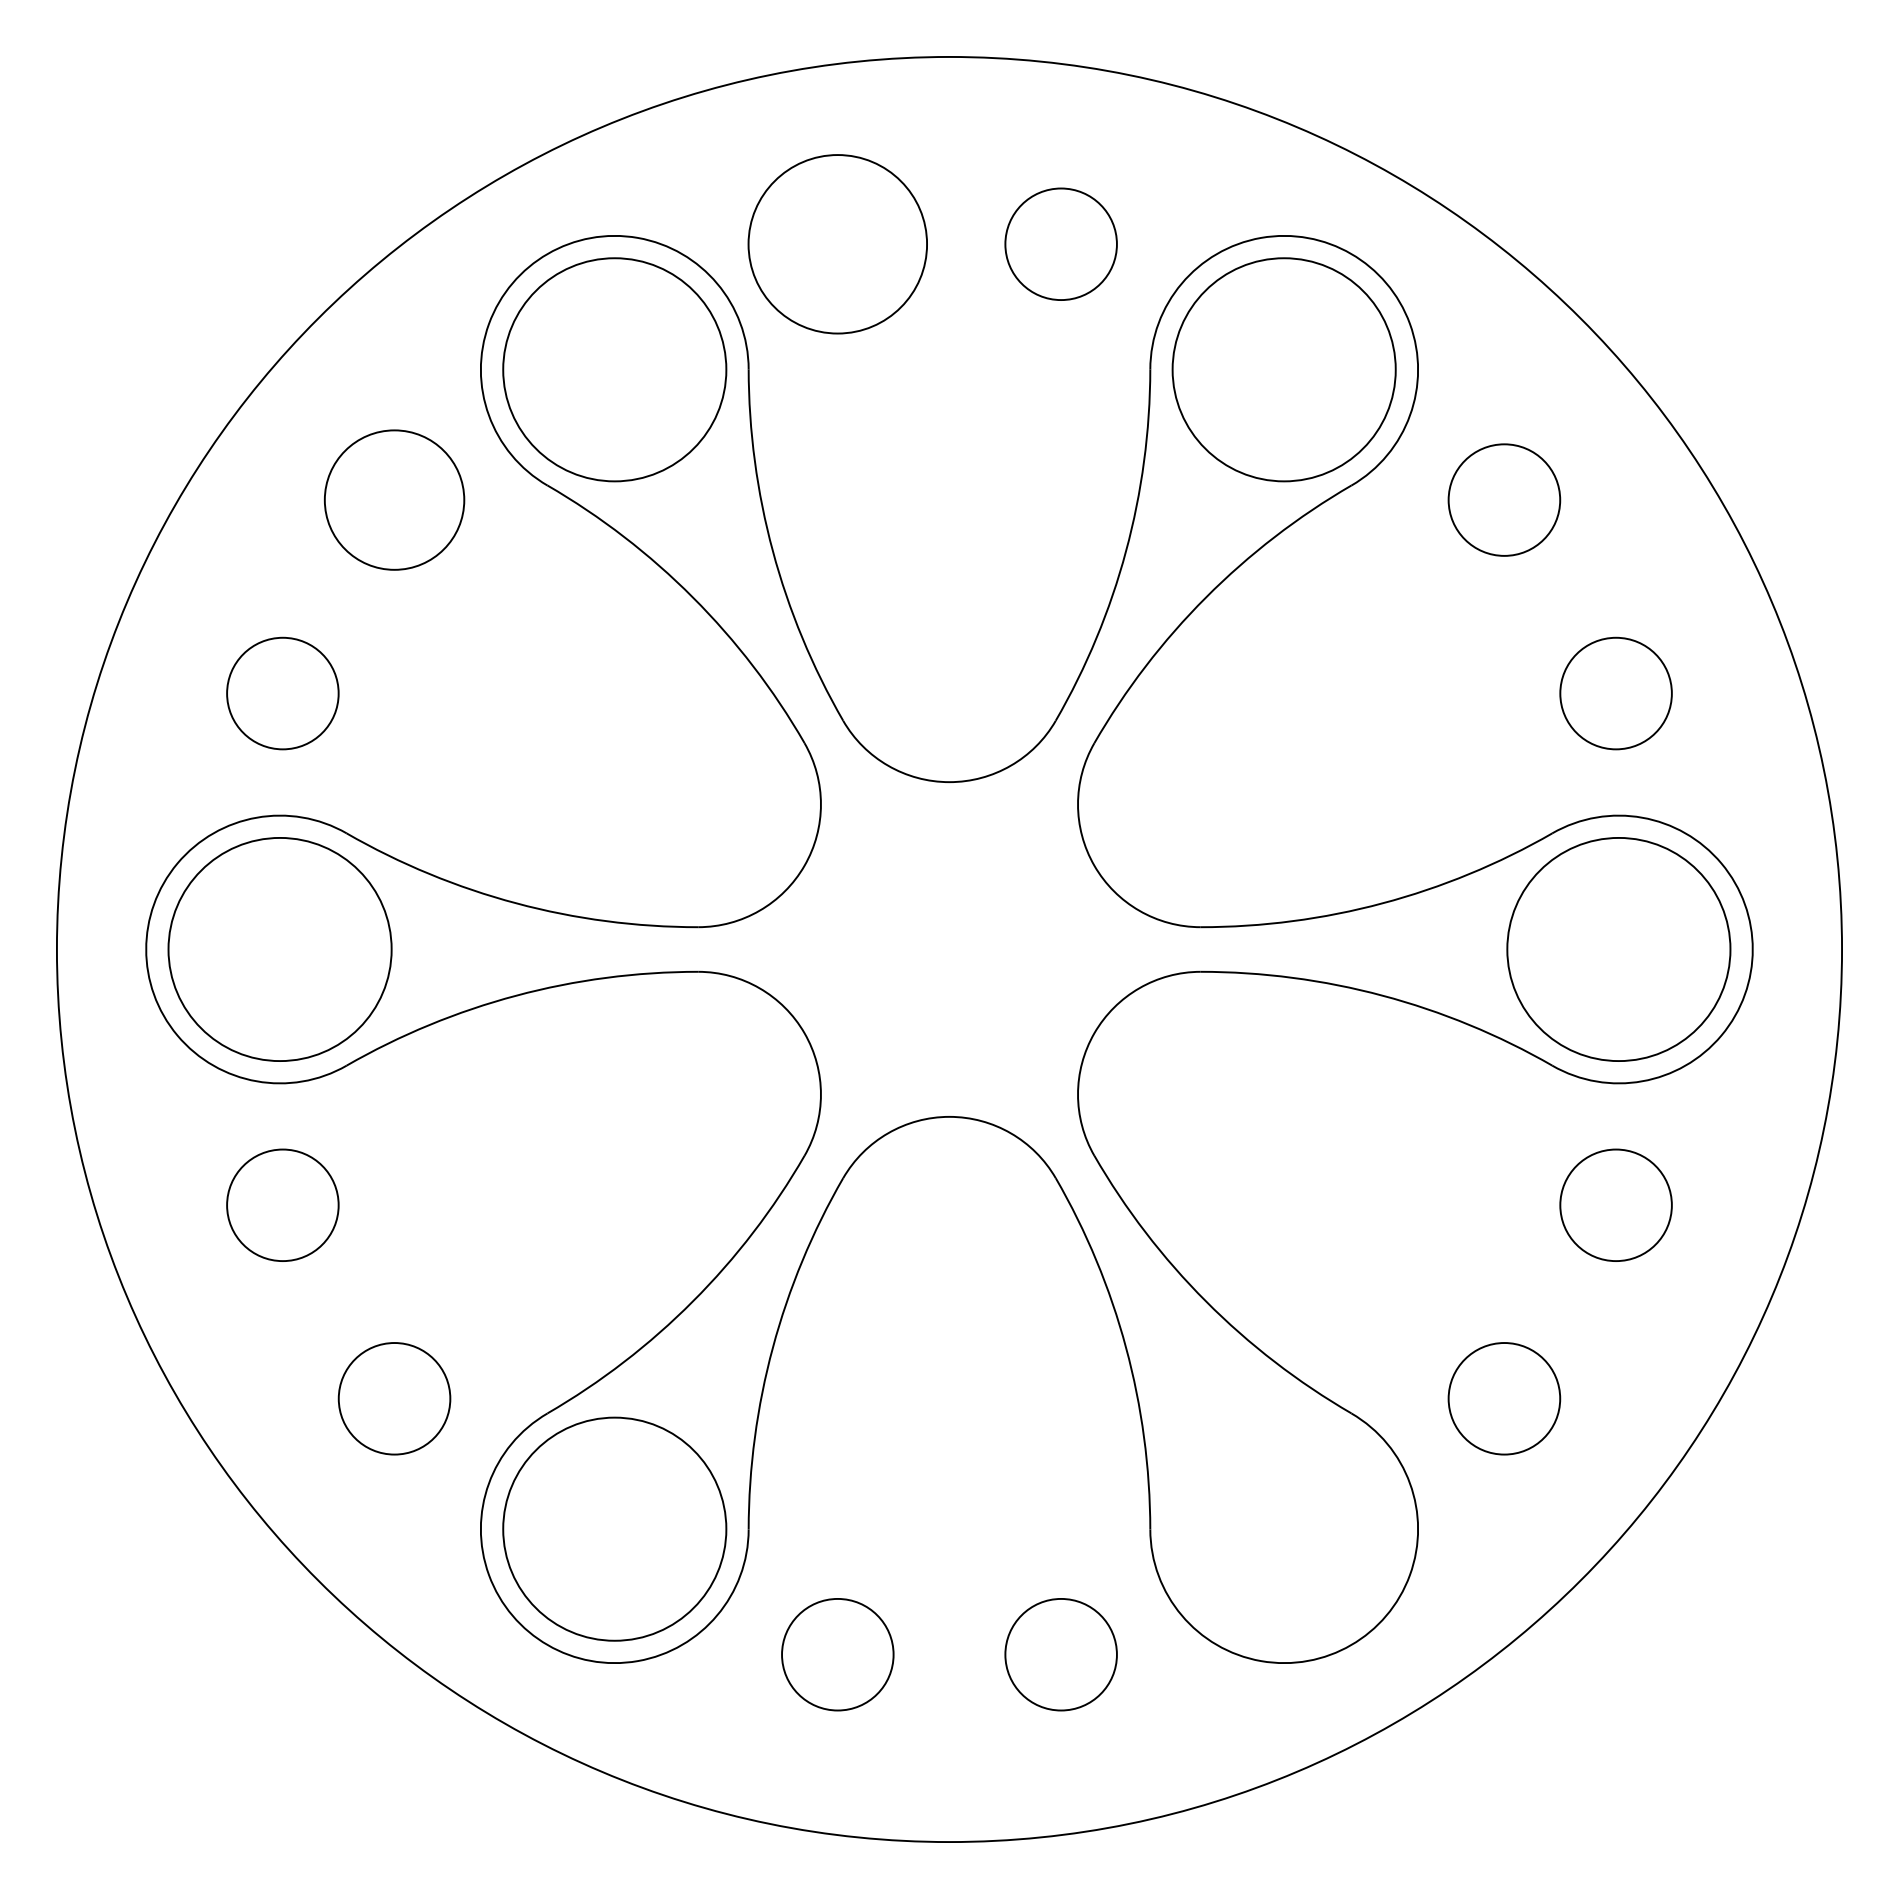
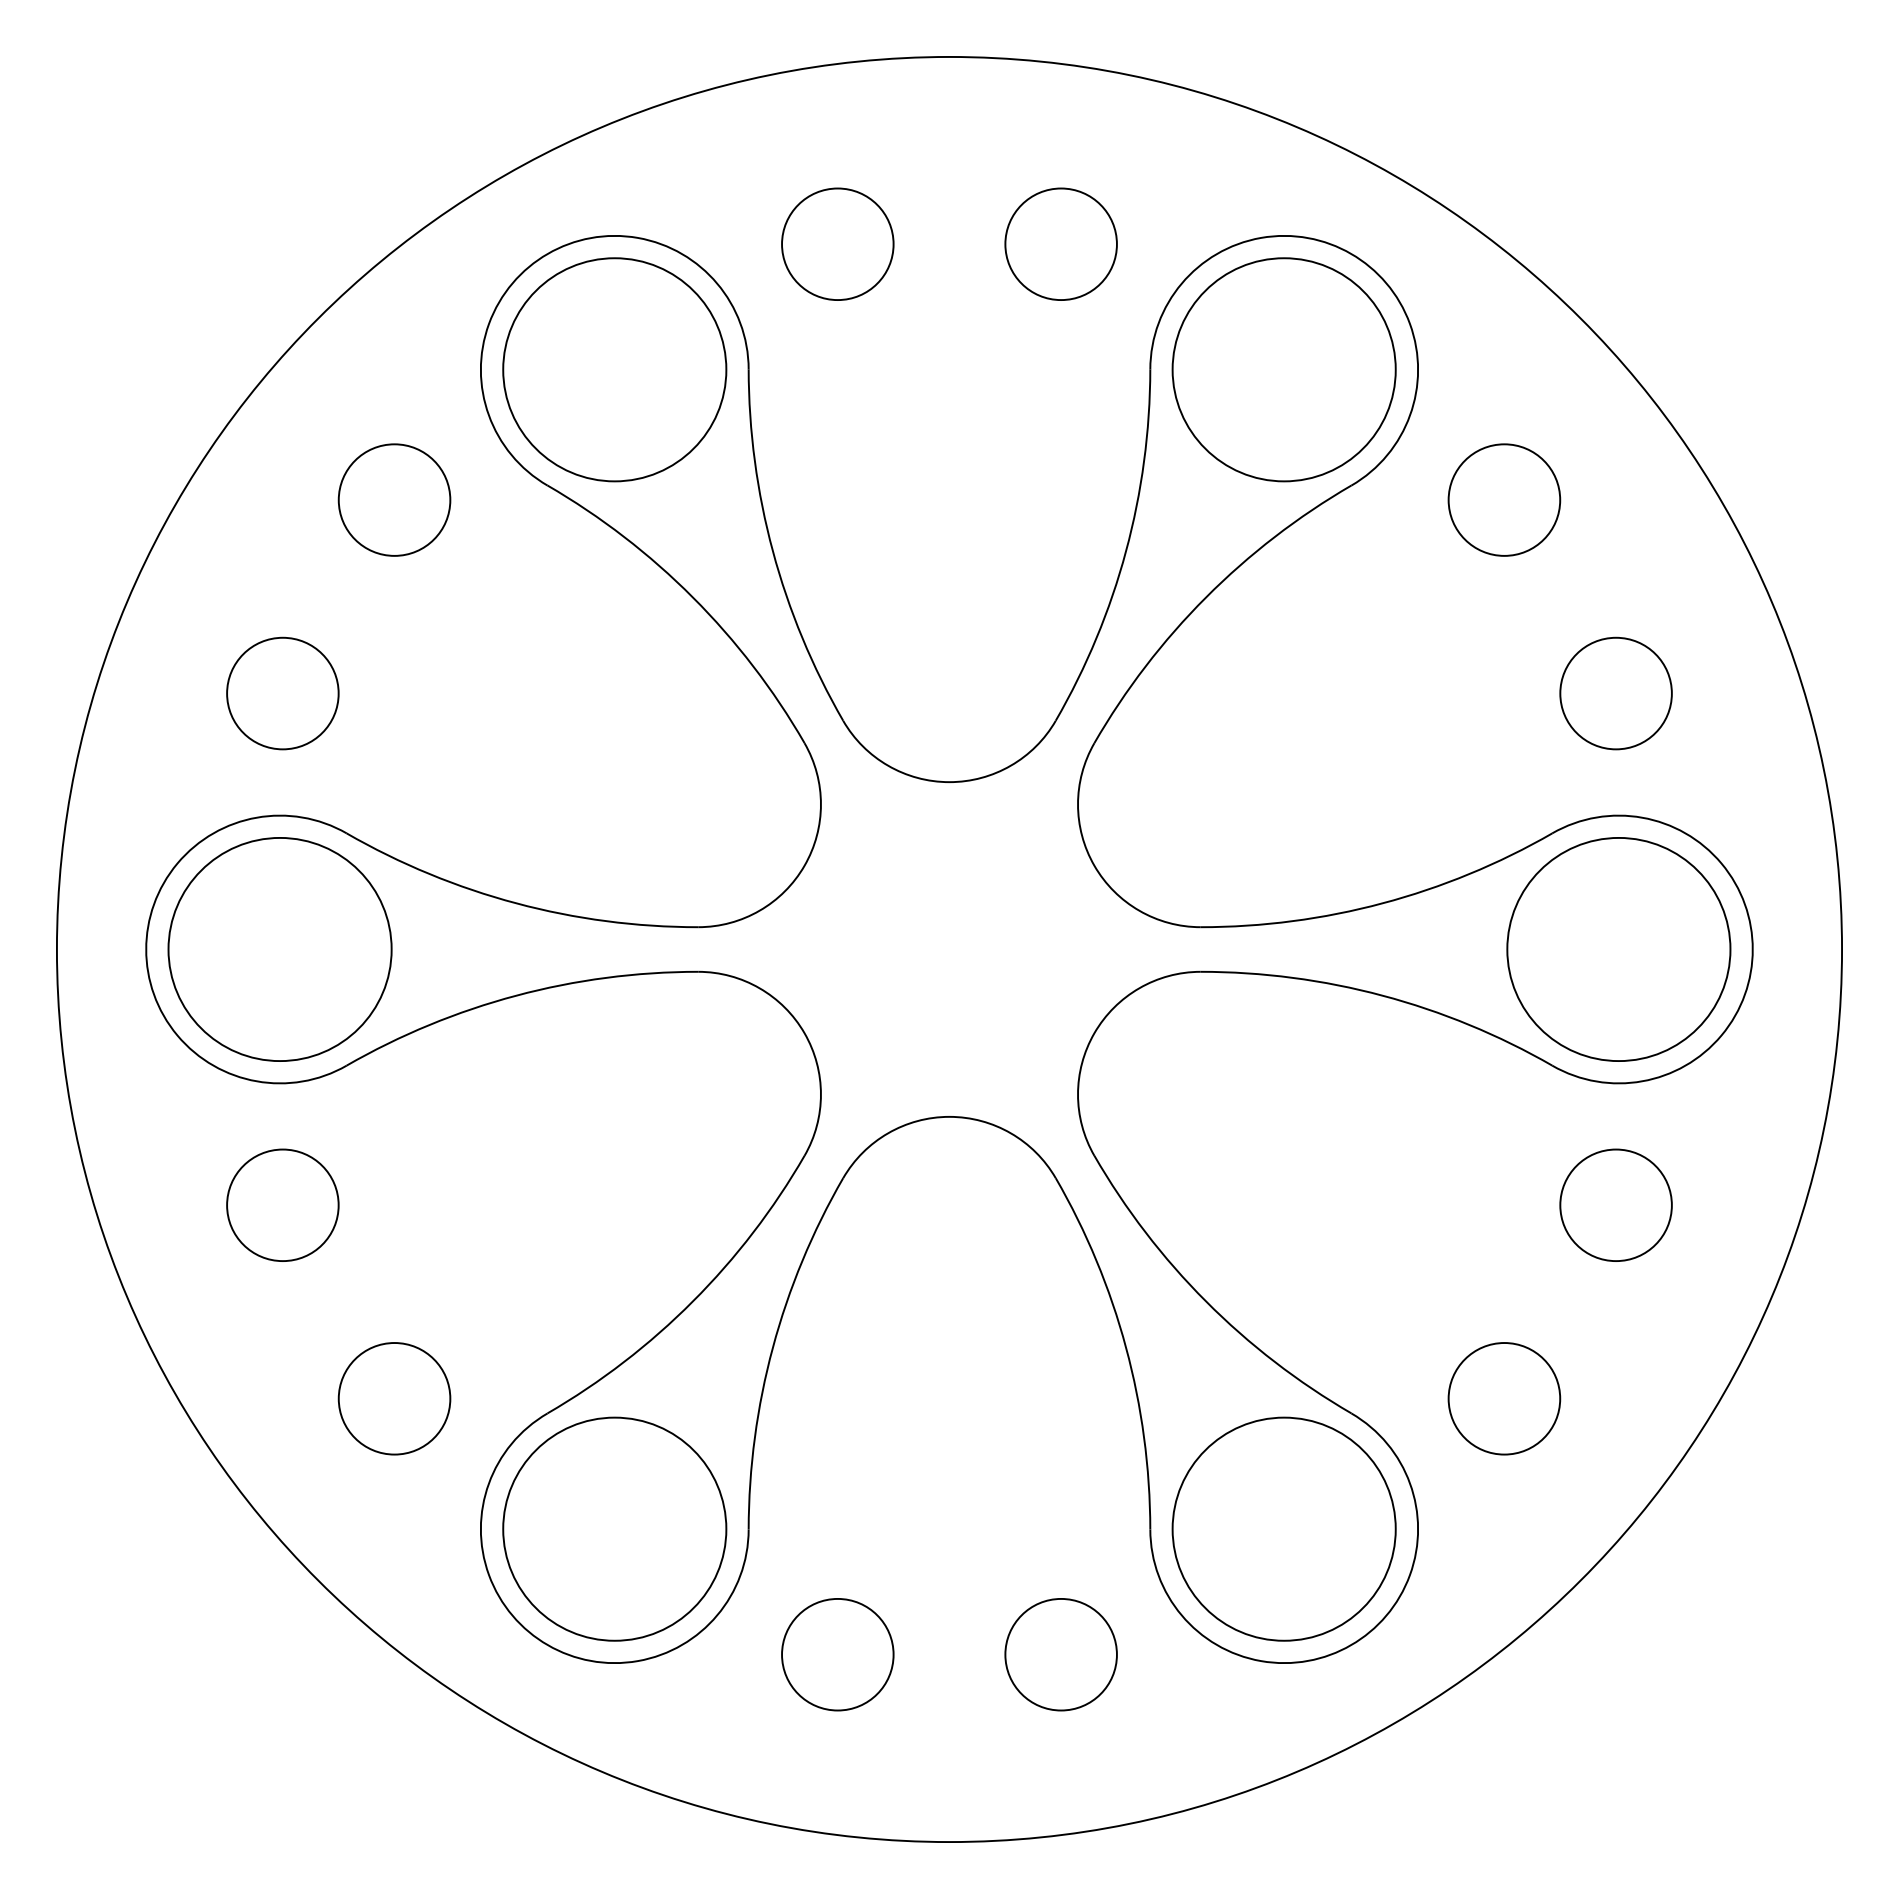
circle at (837, 244) diameter: 179 px -> 112 px
circle at (394, 499) diameter: 139 px -> 112 px
circle at (1283, 1528): none -> present
